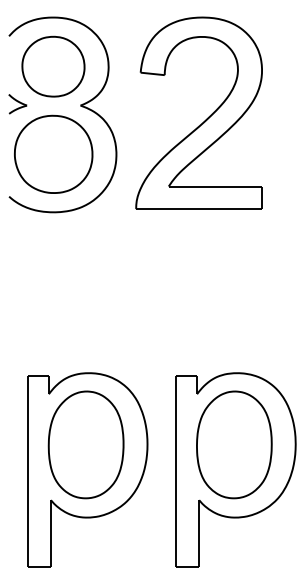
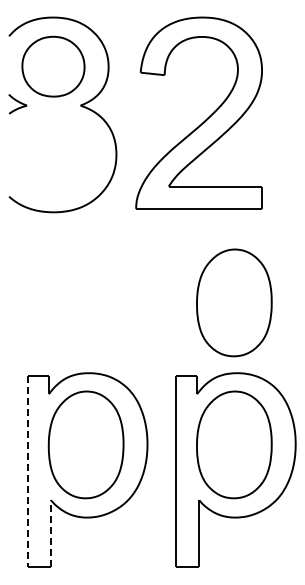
part at (53, 153): present -> none
part at (234, 302): none -> present
line at (27, 471): solid -> dashed
line at (50, 533): solid -> dashed
